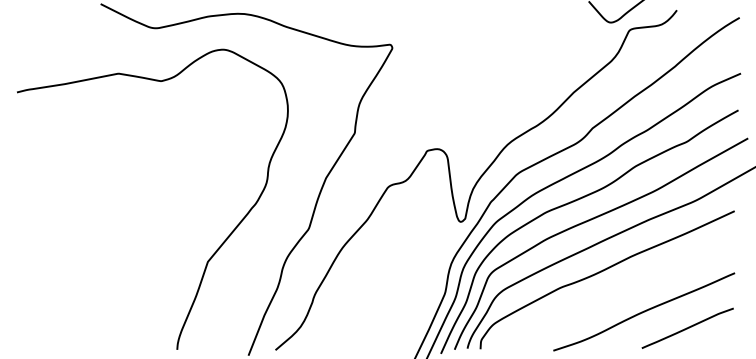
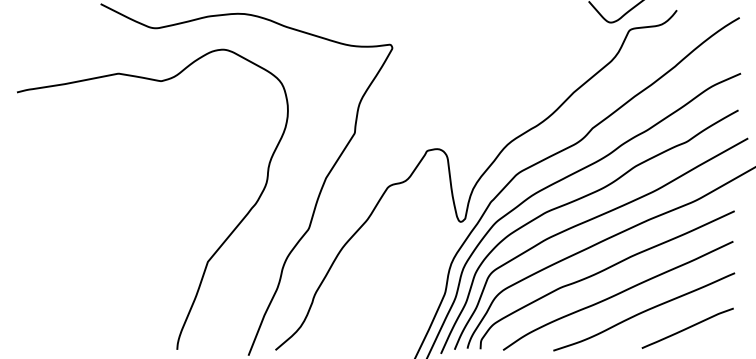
curve at (617, 295): none -> present
